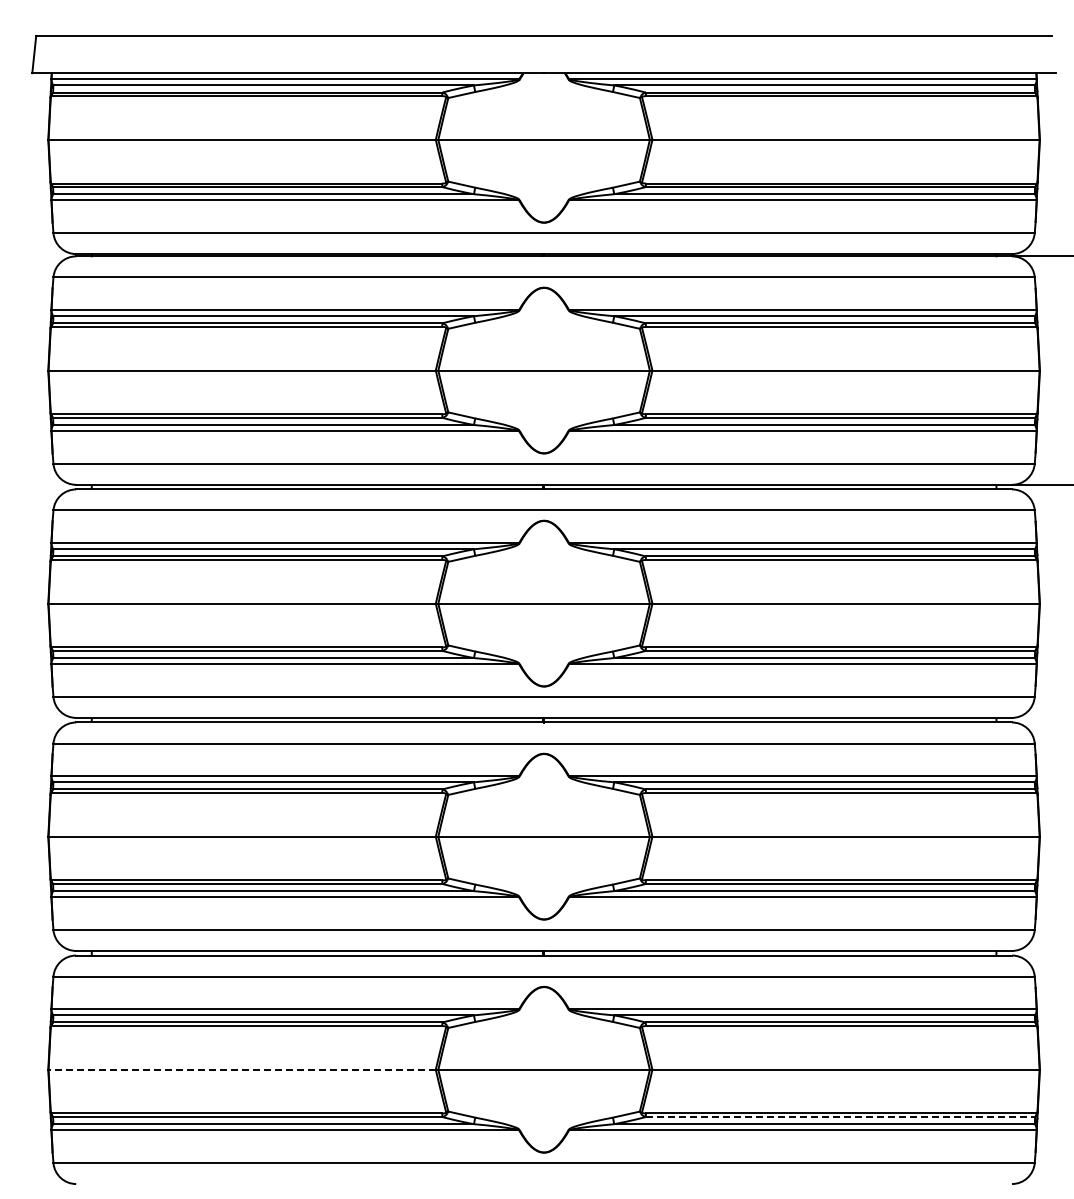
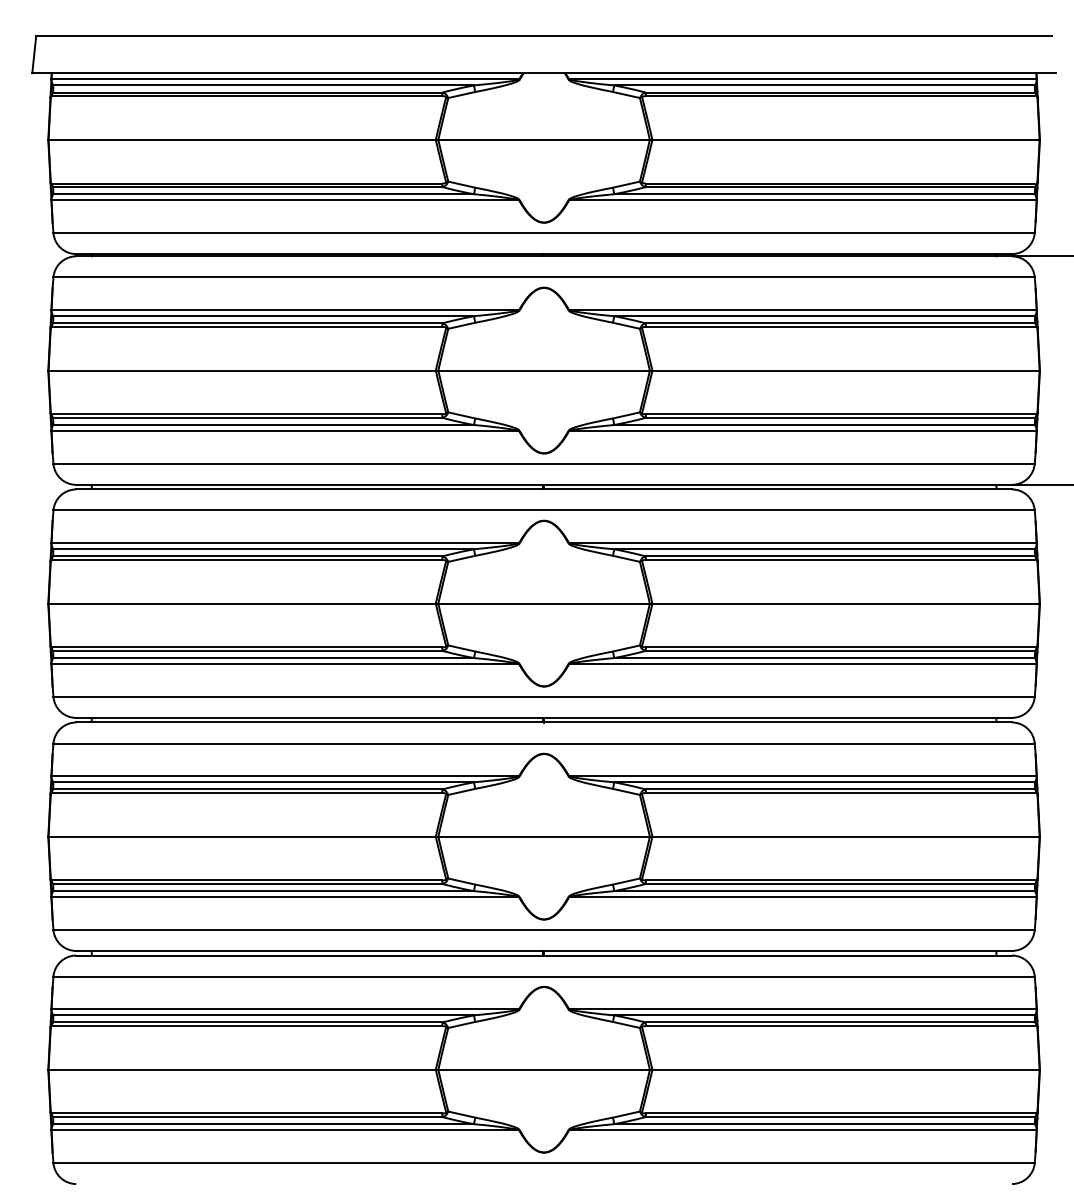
line at (242, 1069): dashed -> solid
line at (840, 1117): dashed -> solid
